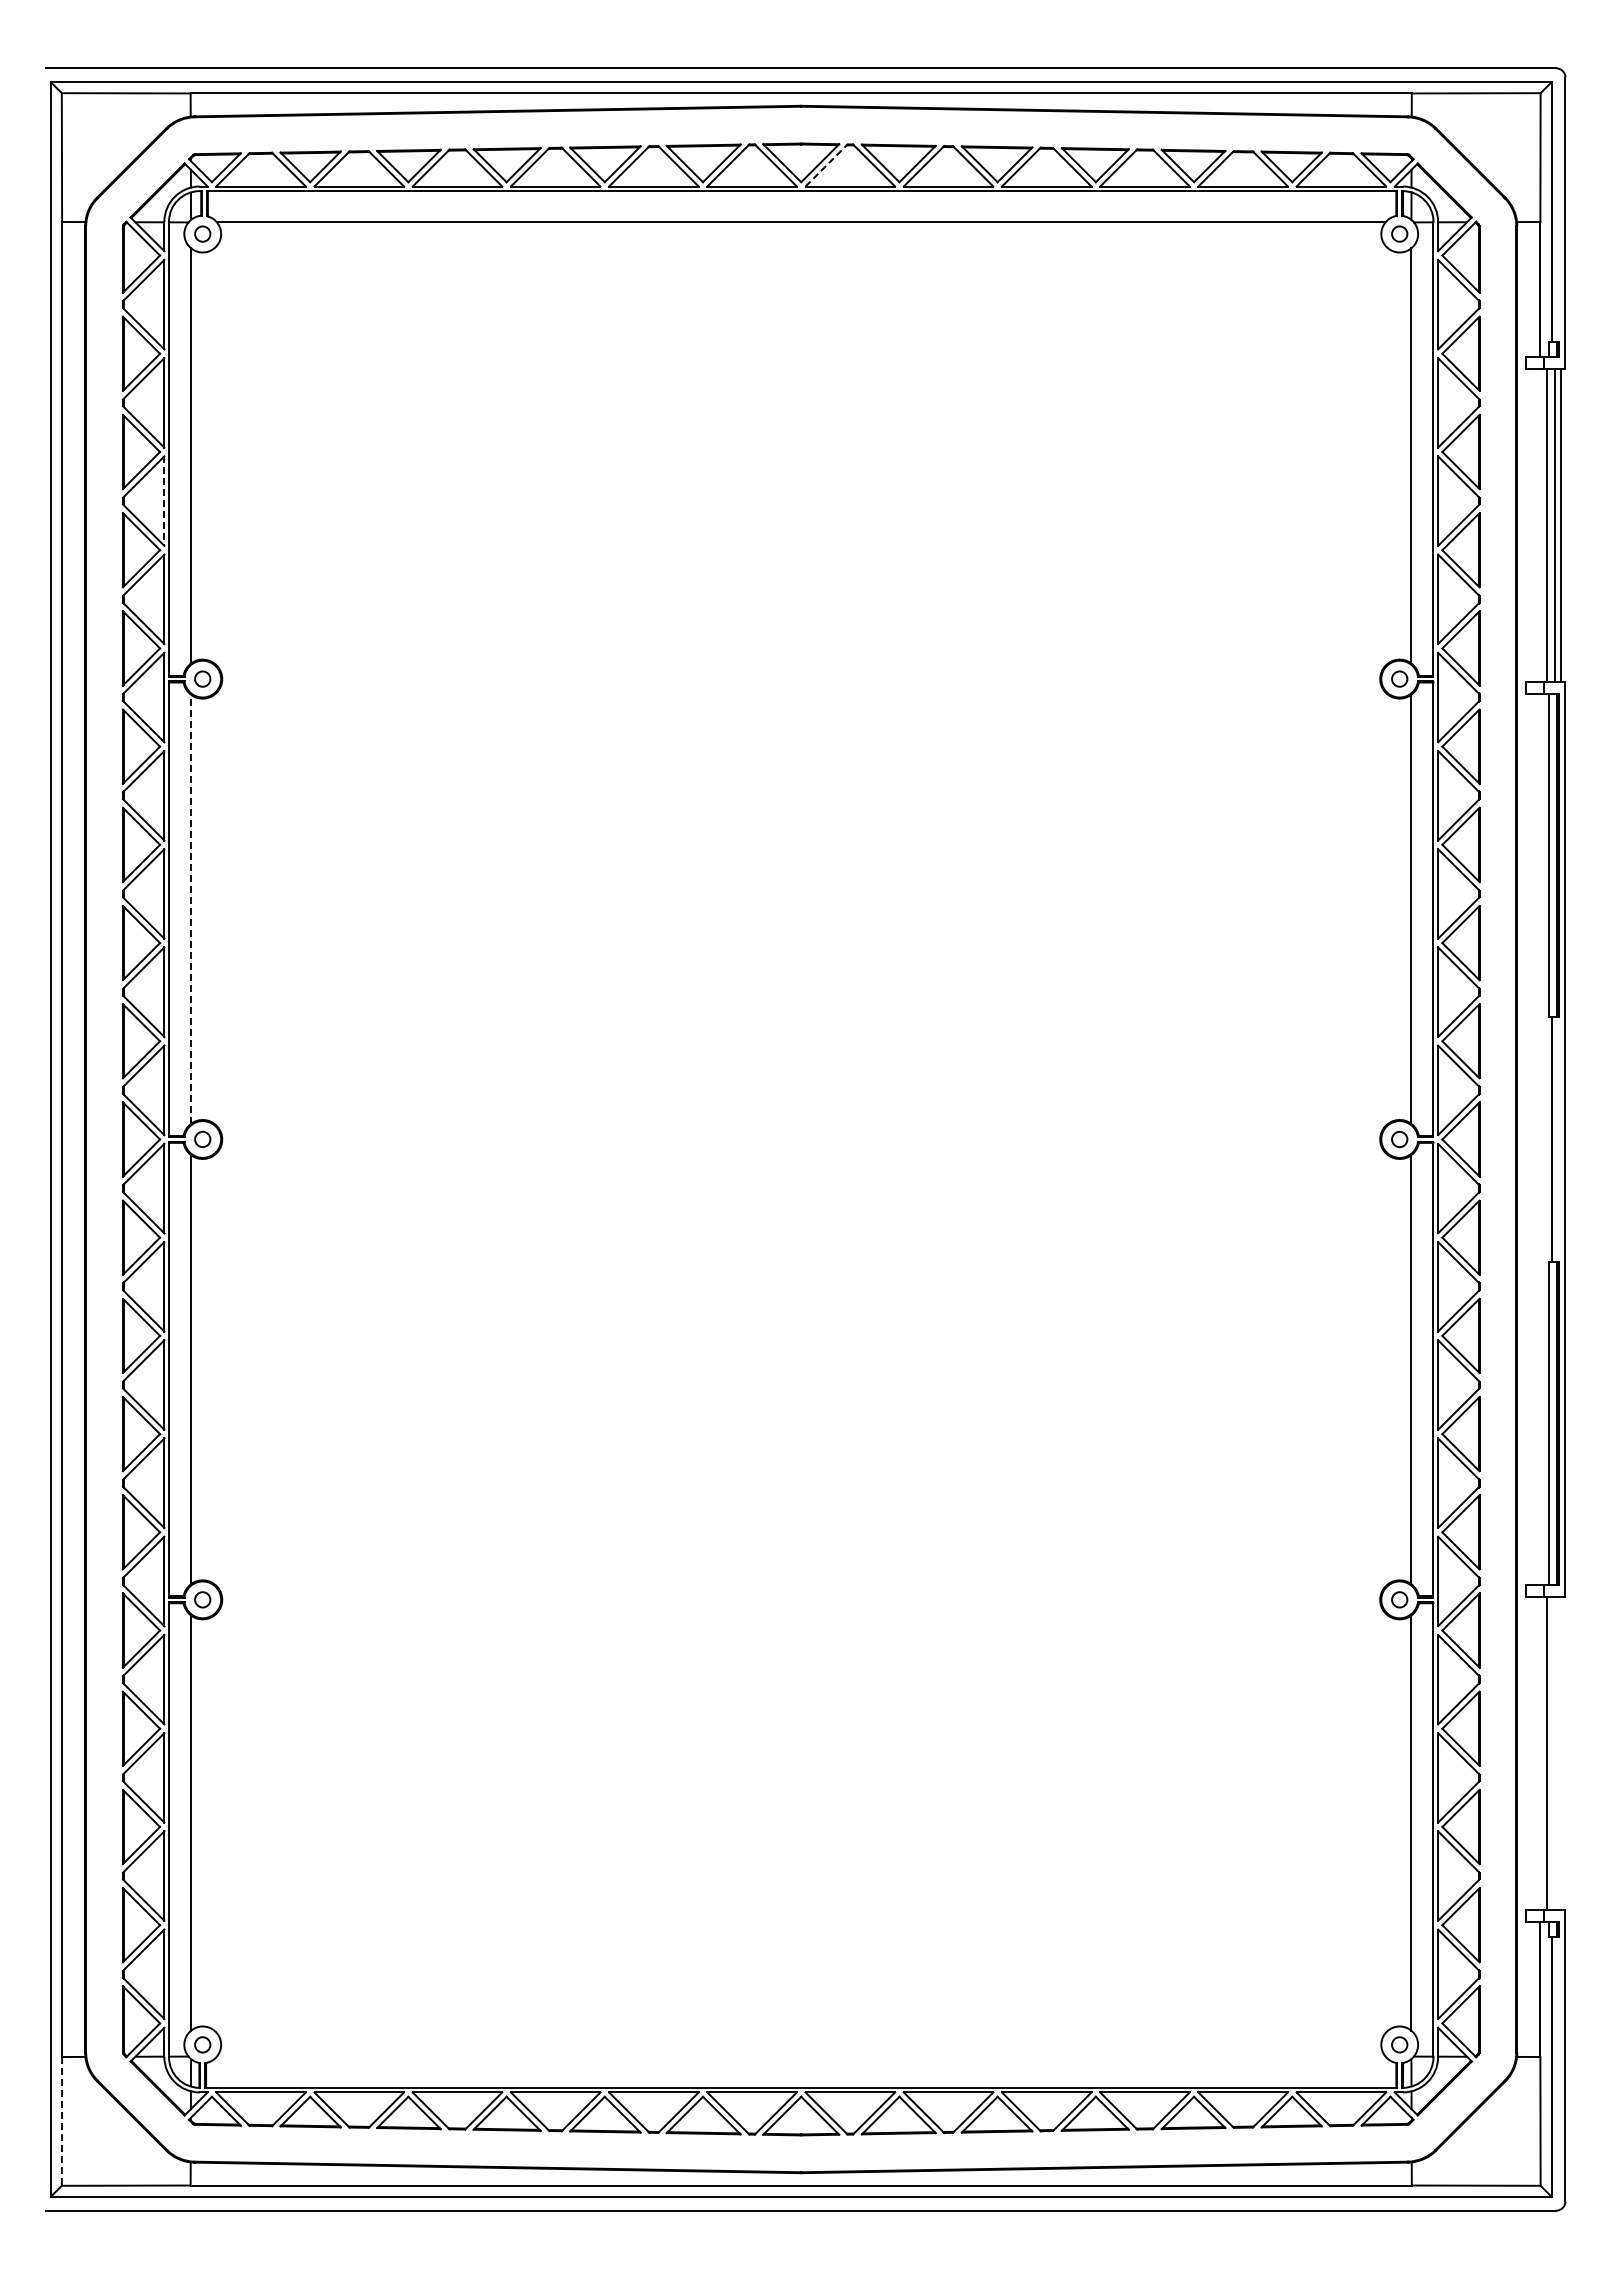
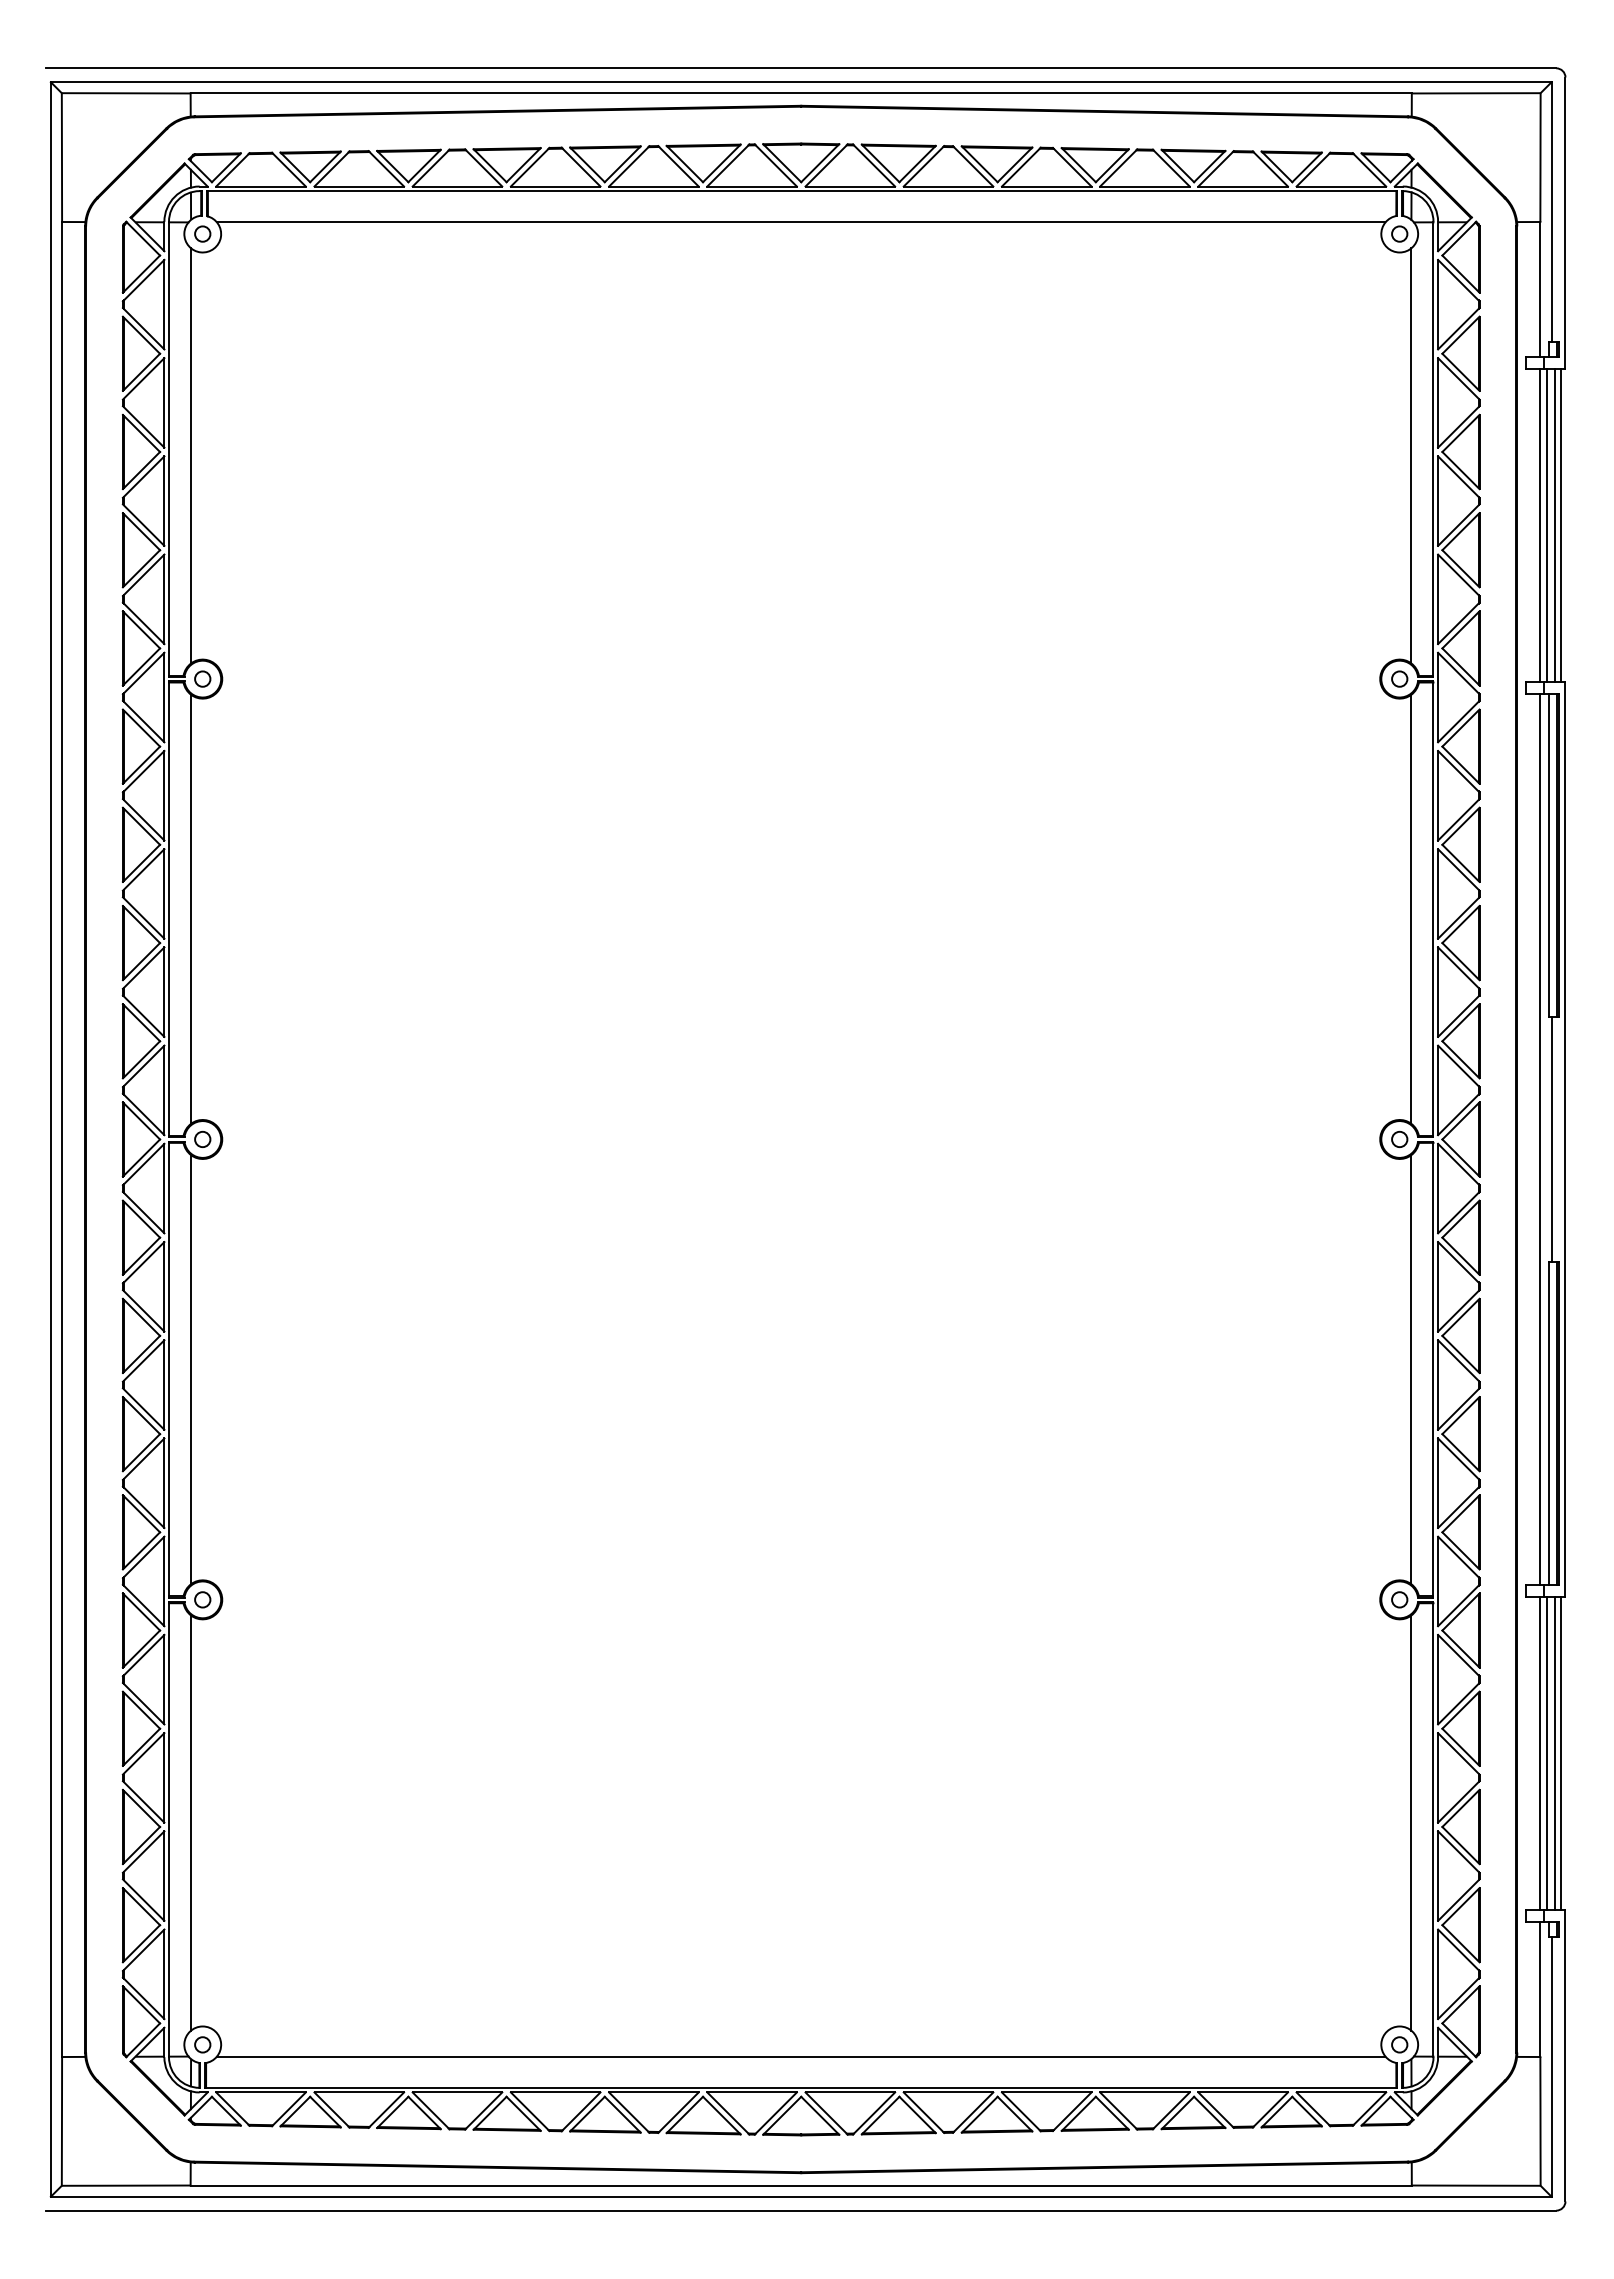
line at (826, 165): dashed -> solid
line at (164, 501): dashed -> solid
line at (1540, 525): none -> present
line at (191, 909): dashed -> solid
line at (1540, 1139): none -> present
line at (1540, 1752): none -> present
line at (1554, 1752): none -> present
line at (1561, 1752): none -> present
line at (801, 2056): none -> present
line at (61, 2121): dashed -> solid
